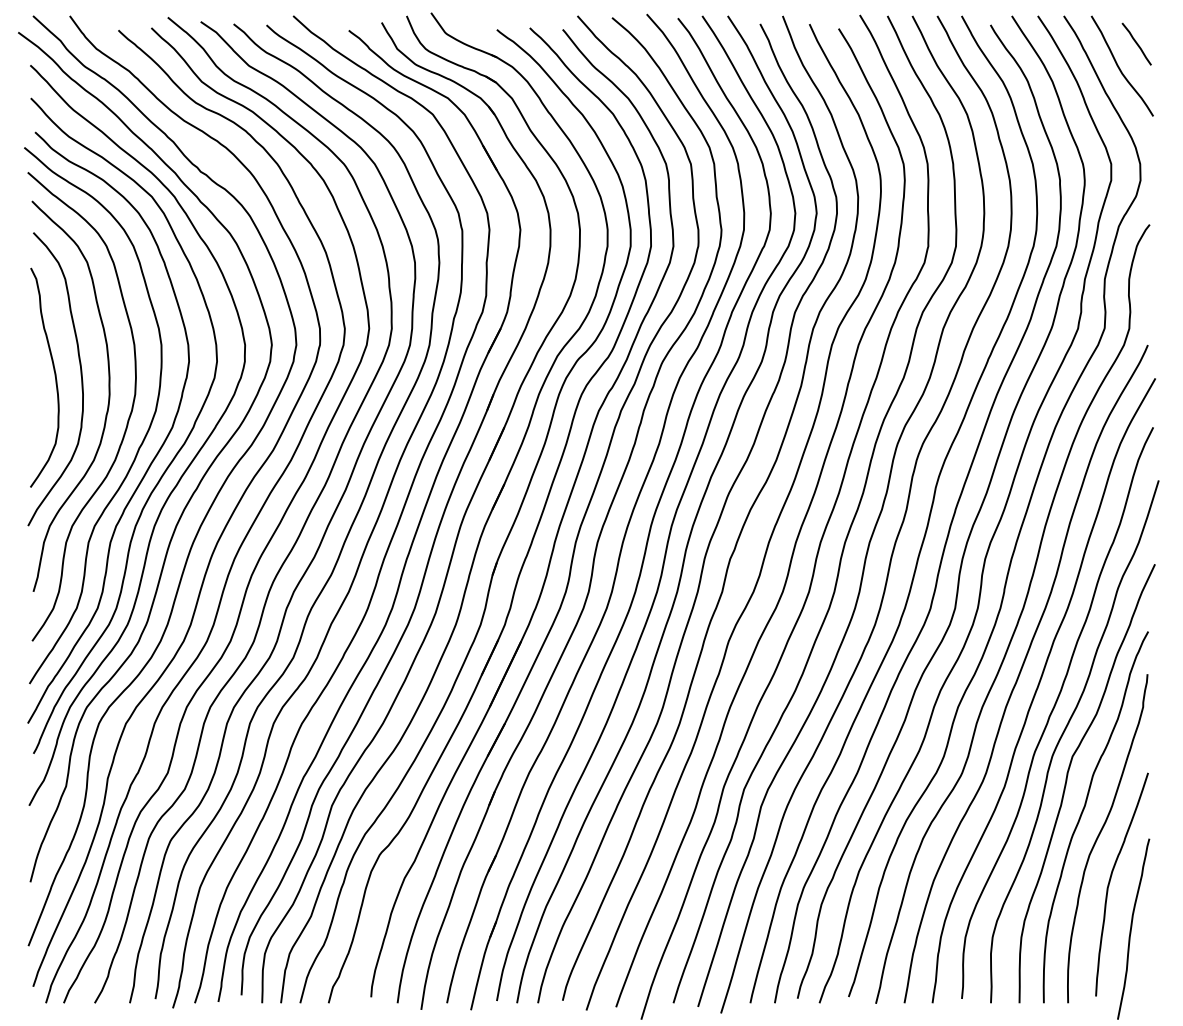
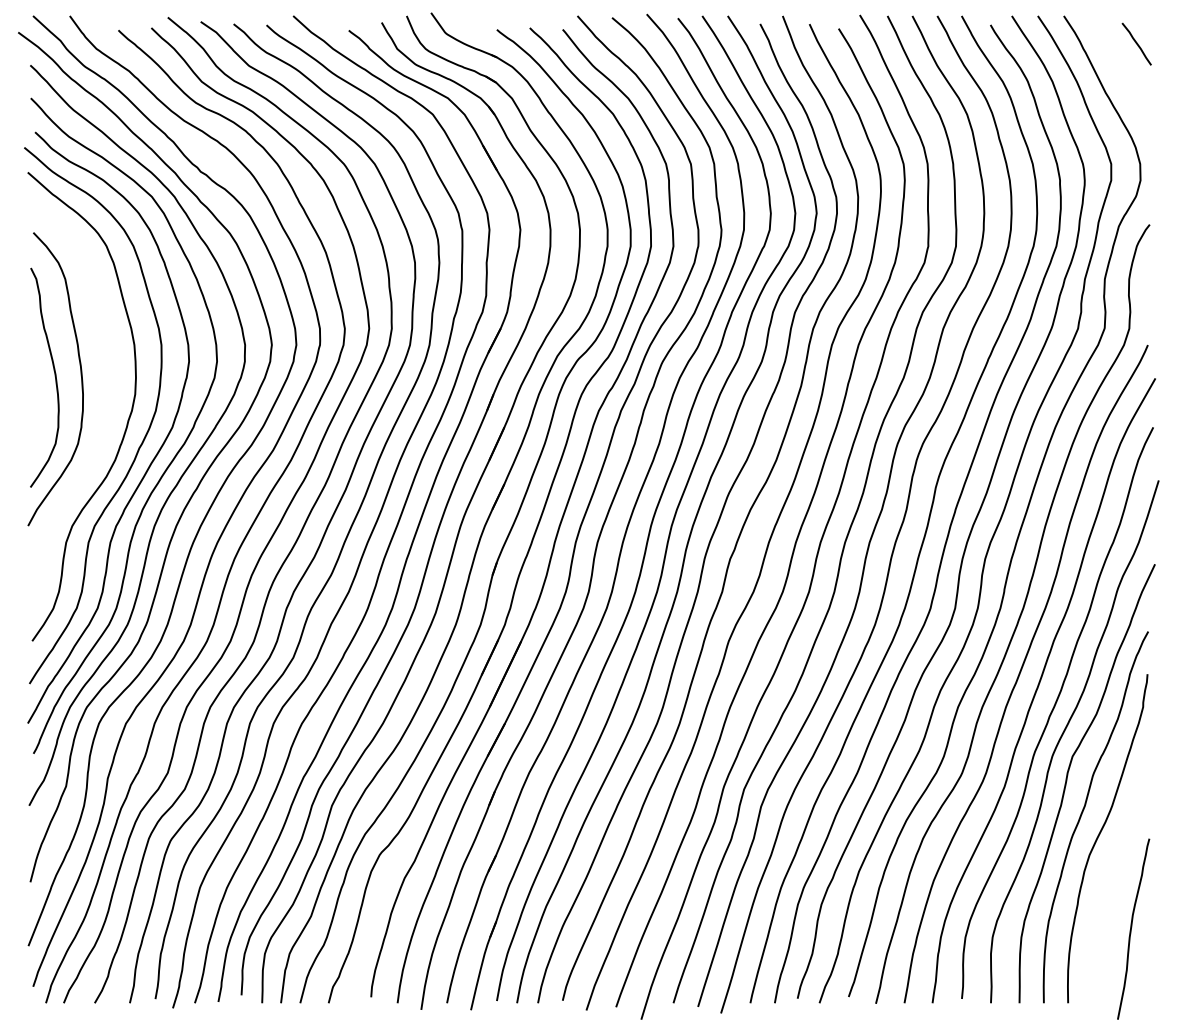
curve at (1119, 66): present -> none
curve at (108, 395): present -> none
curve at (1110, 882): present -> none
